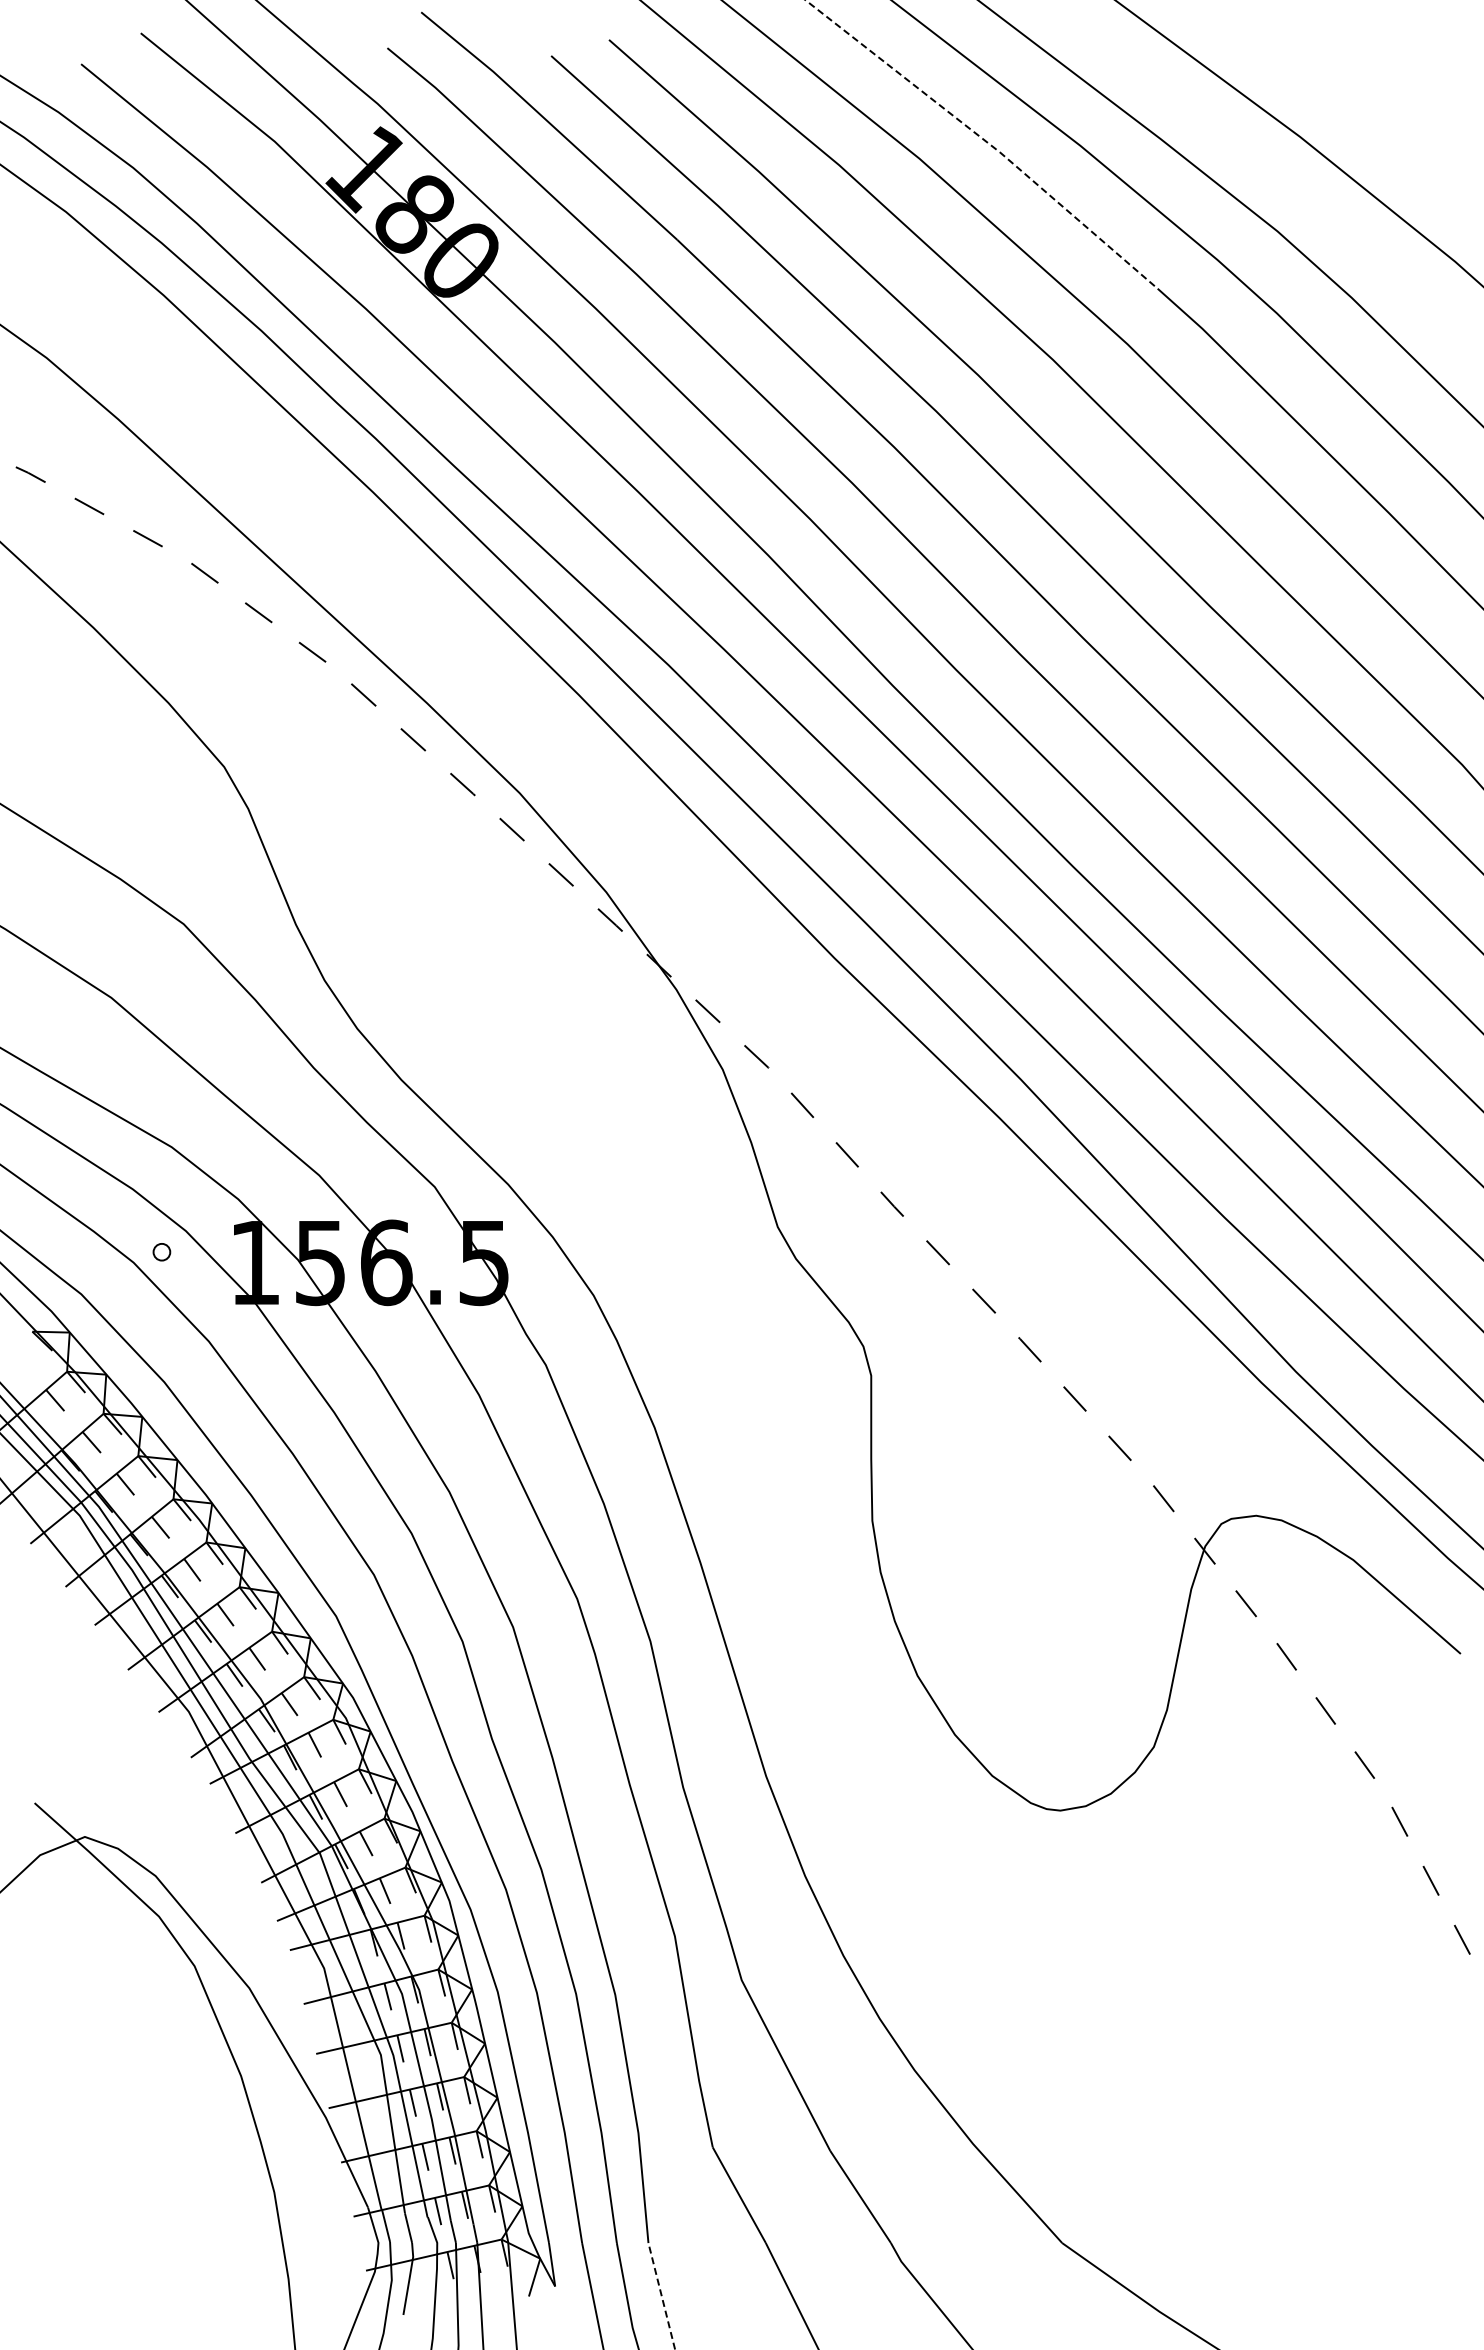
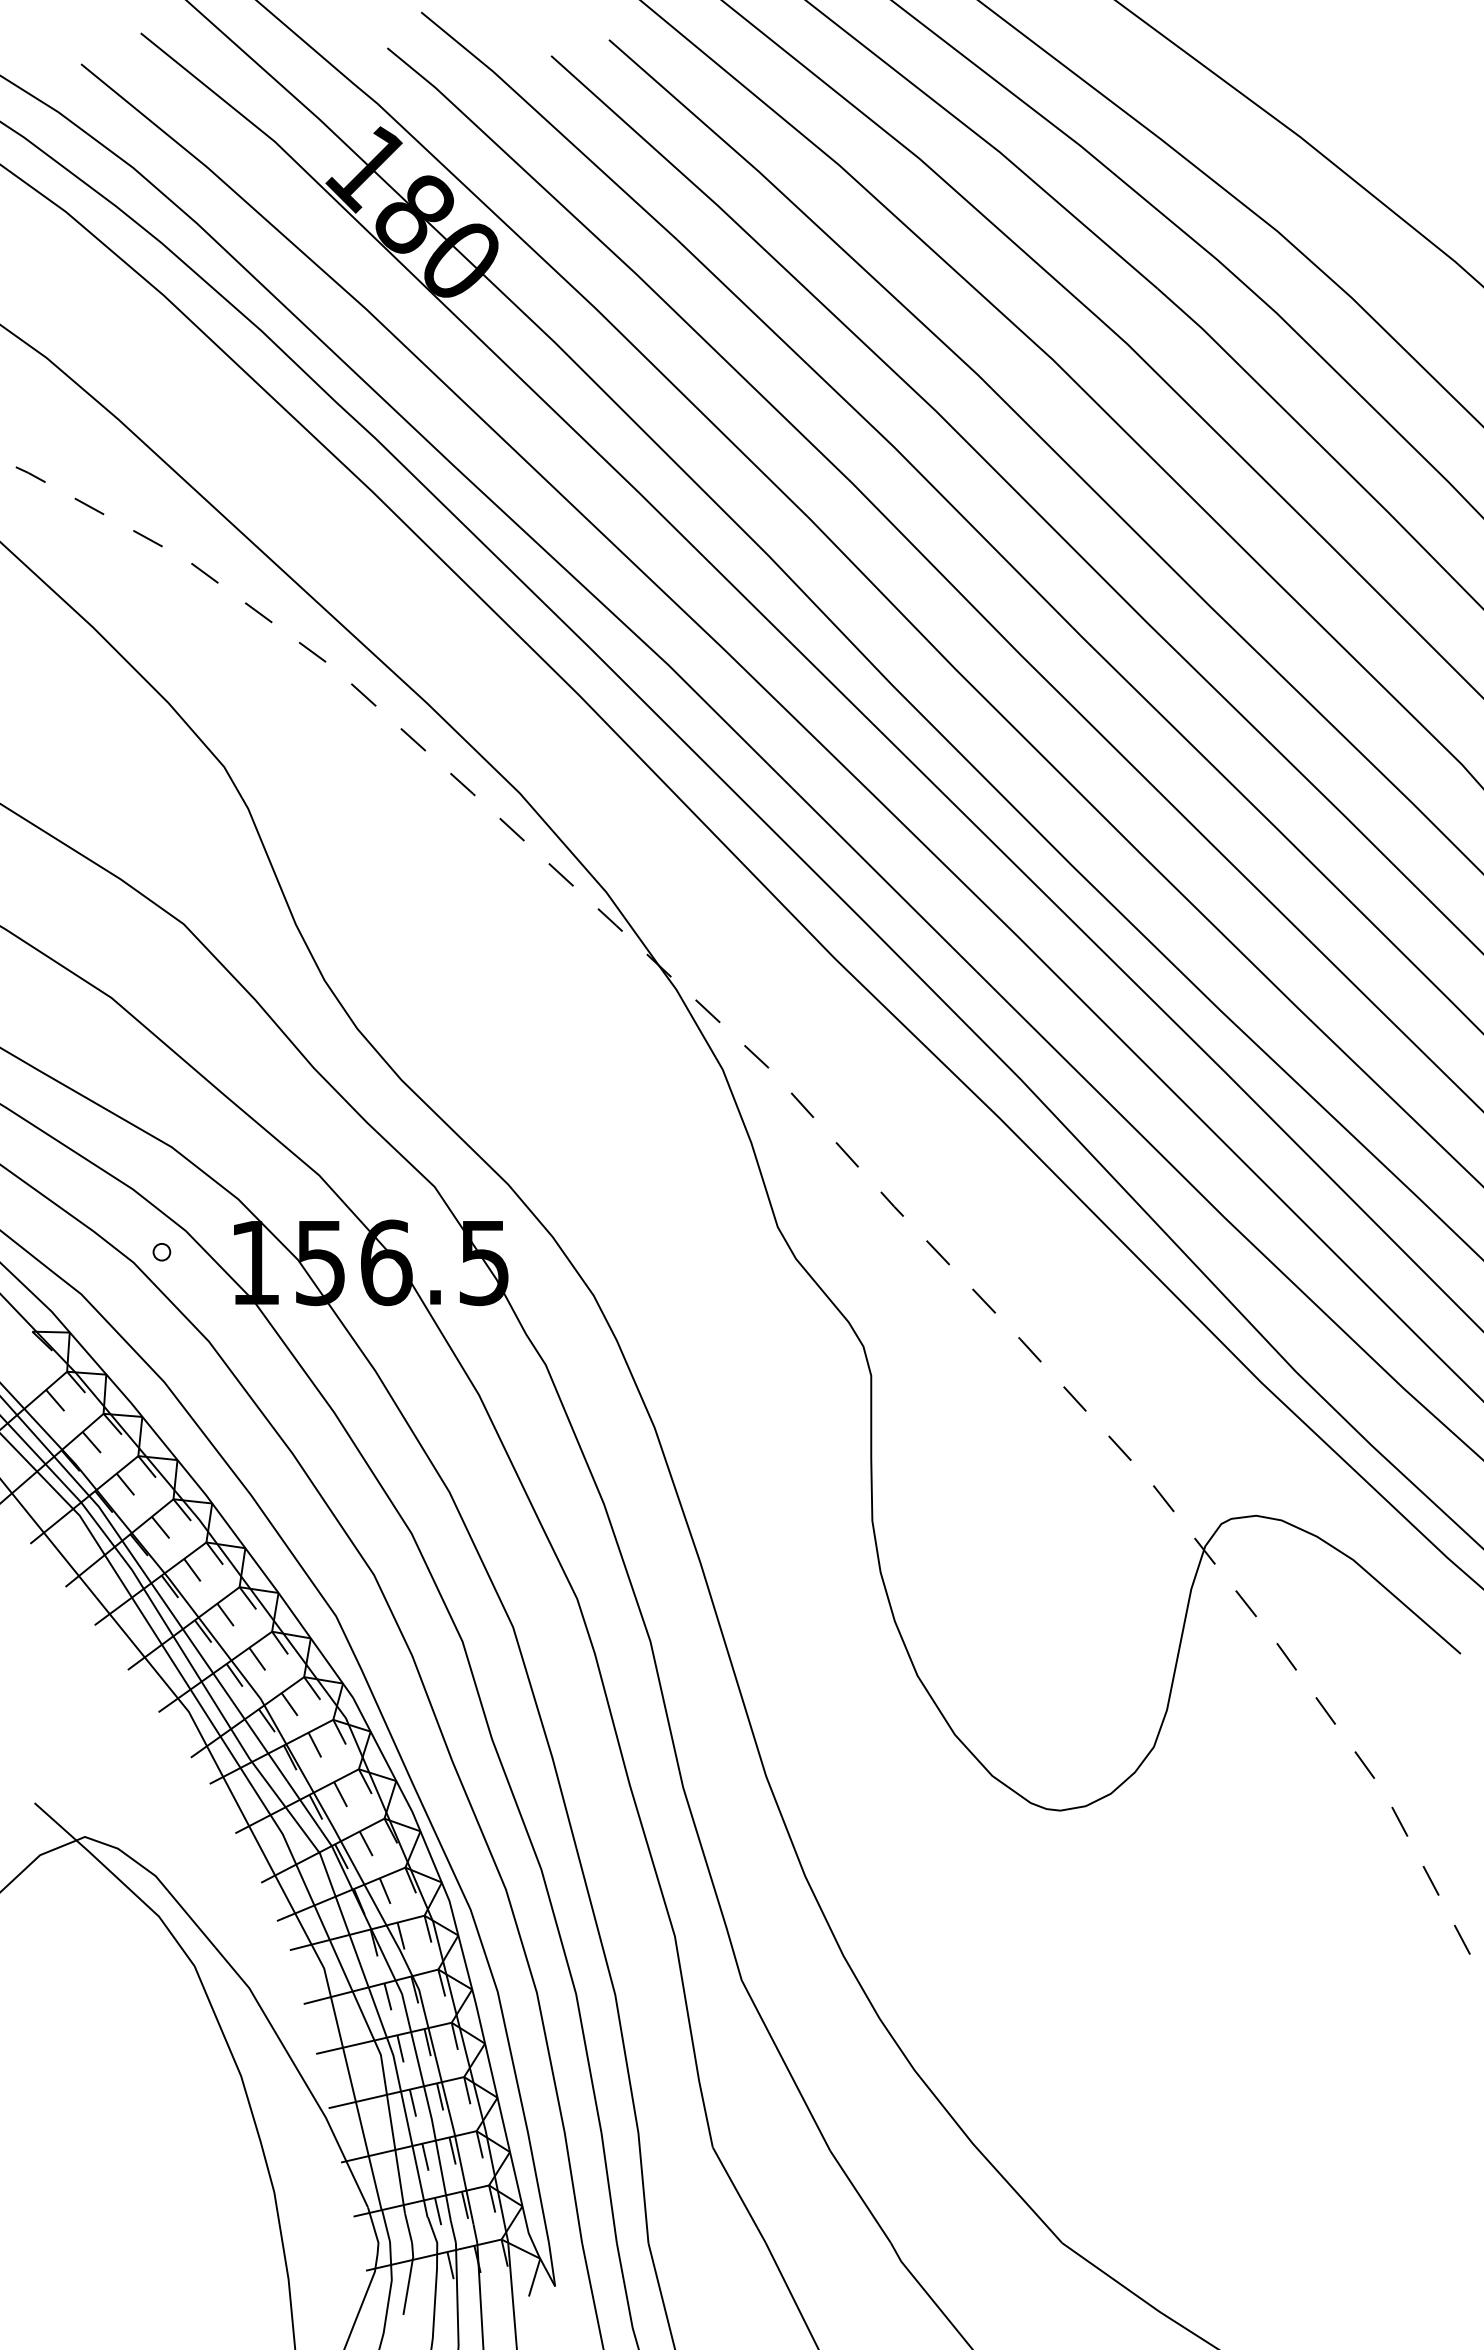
line at (985, 141): dashed -> solid
line at (661, 2296): dashed -> solid
